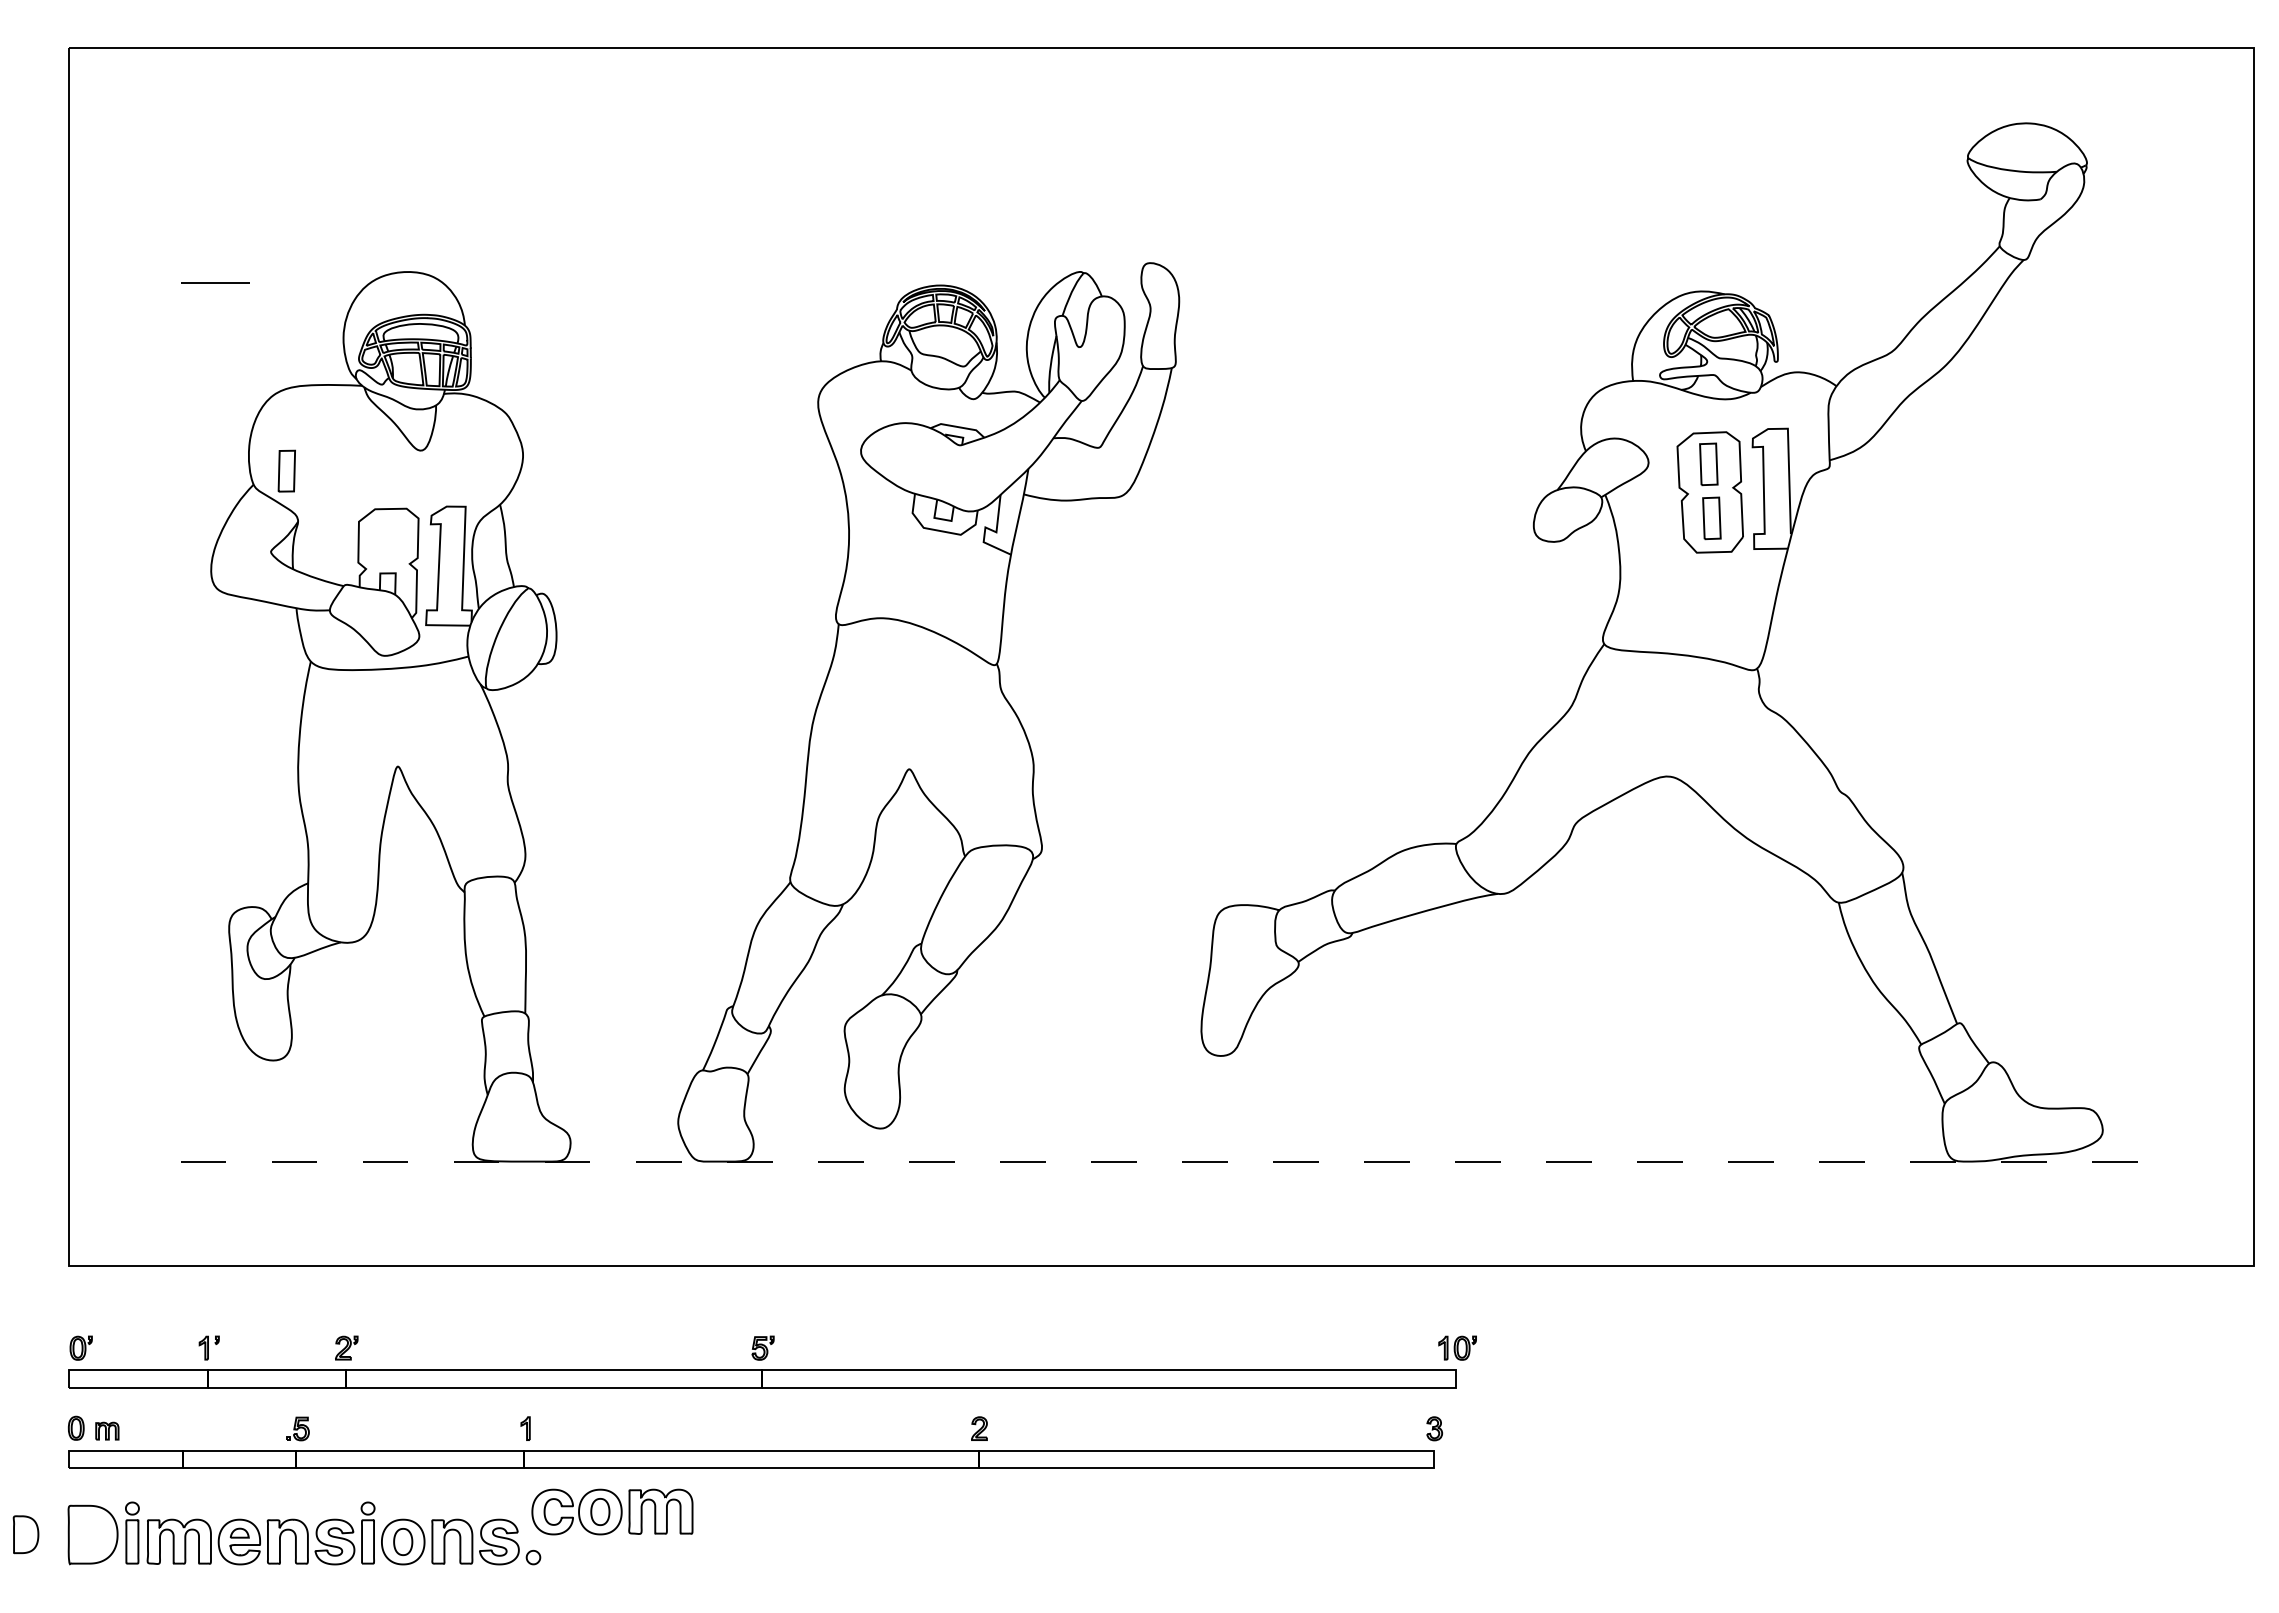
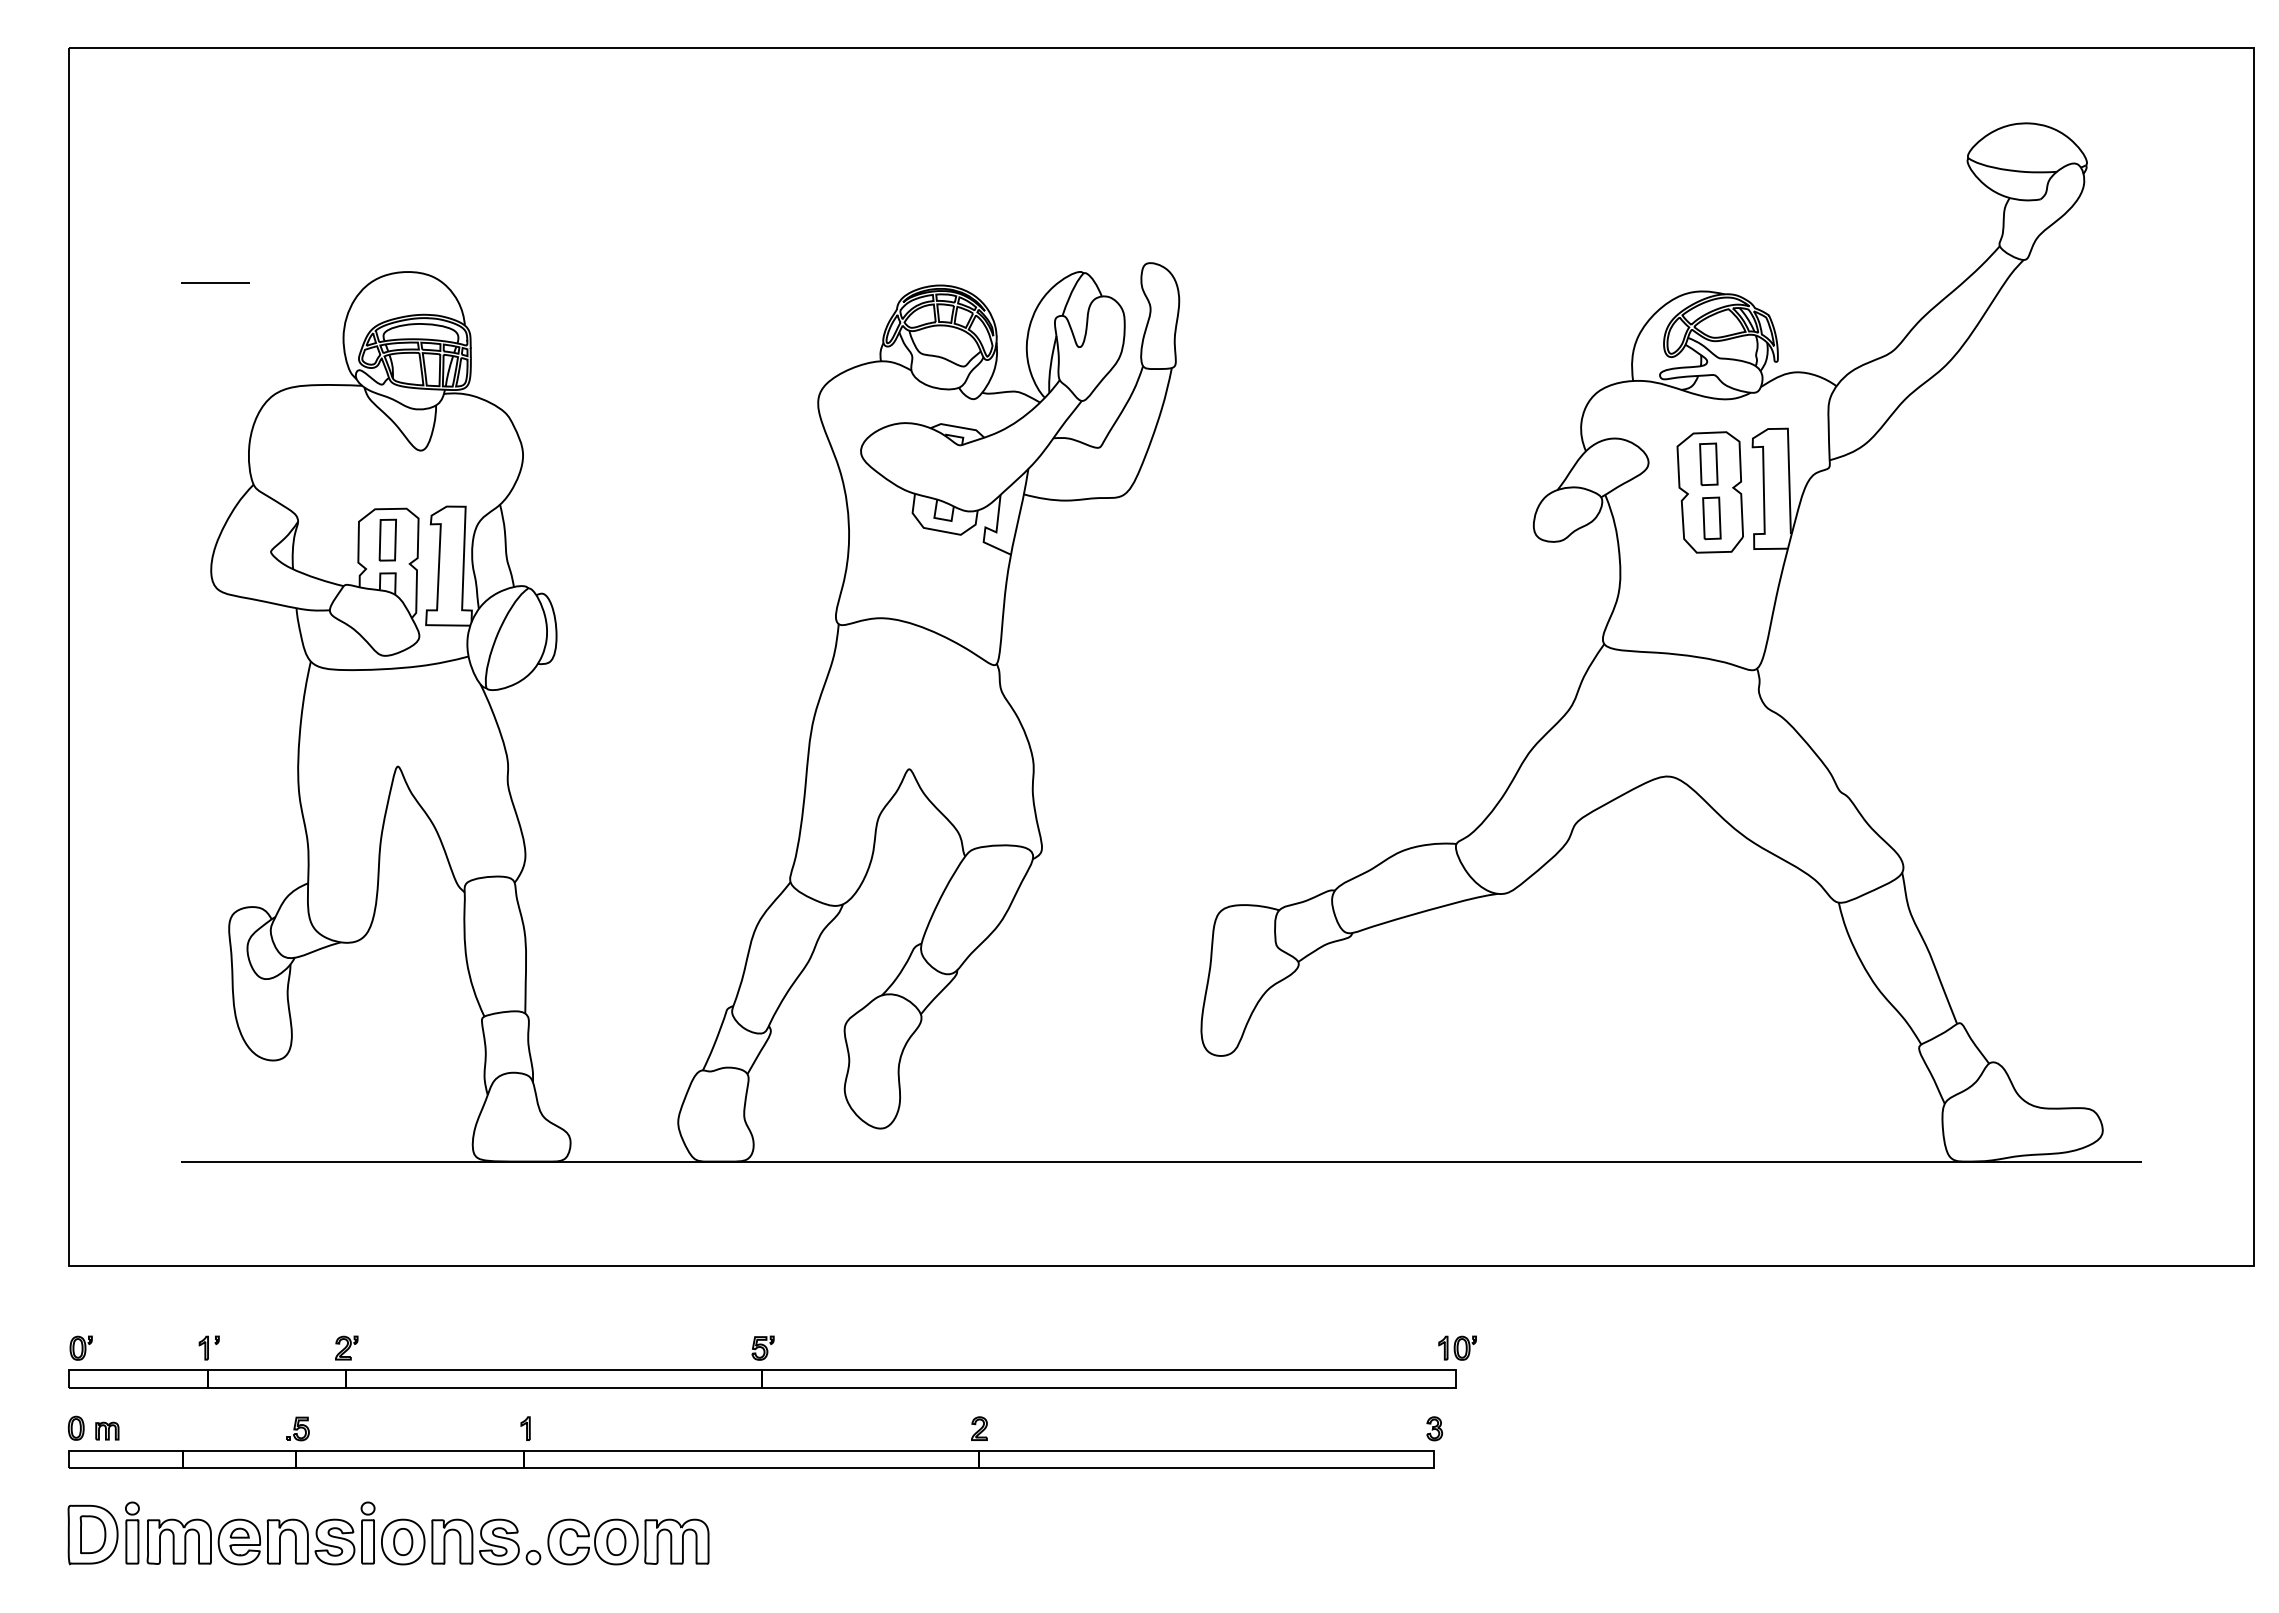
part at (286, 470) position: (286, 470) -> (387, 539)
line at (1161, 1161): dashed -> solid
part at (612, 1511) position: (612, 1511) -> (628, 1541)
part at (25, 1534) position: (25, 1534) -> (92, 1534)
